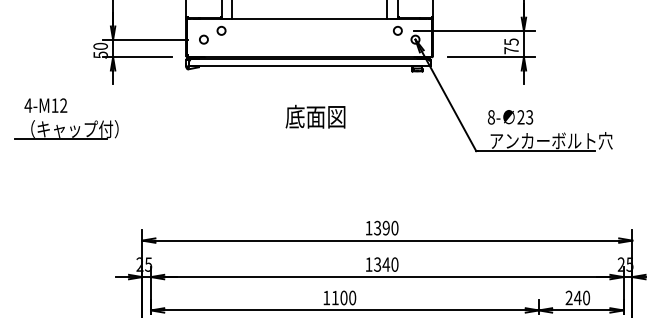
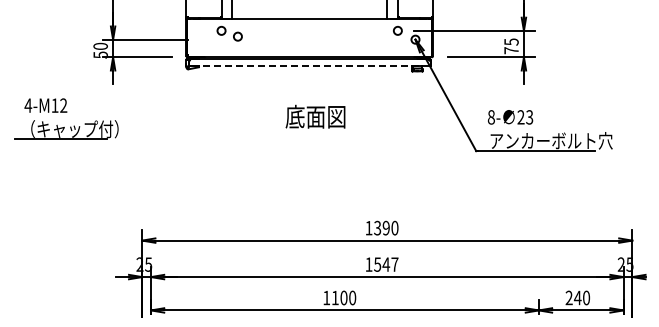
circle at (203, 39) position: (203, 39) -> (237, 36)
line at (309, 66): solid -> dashed
text at (386, 264): 1340 -> 1547
